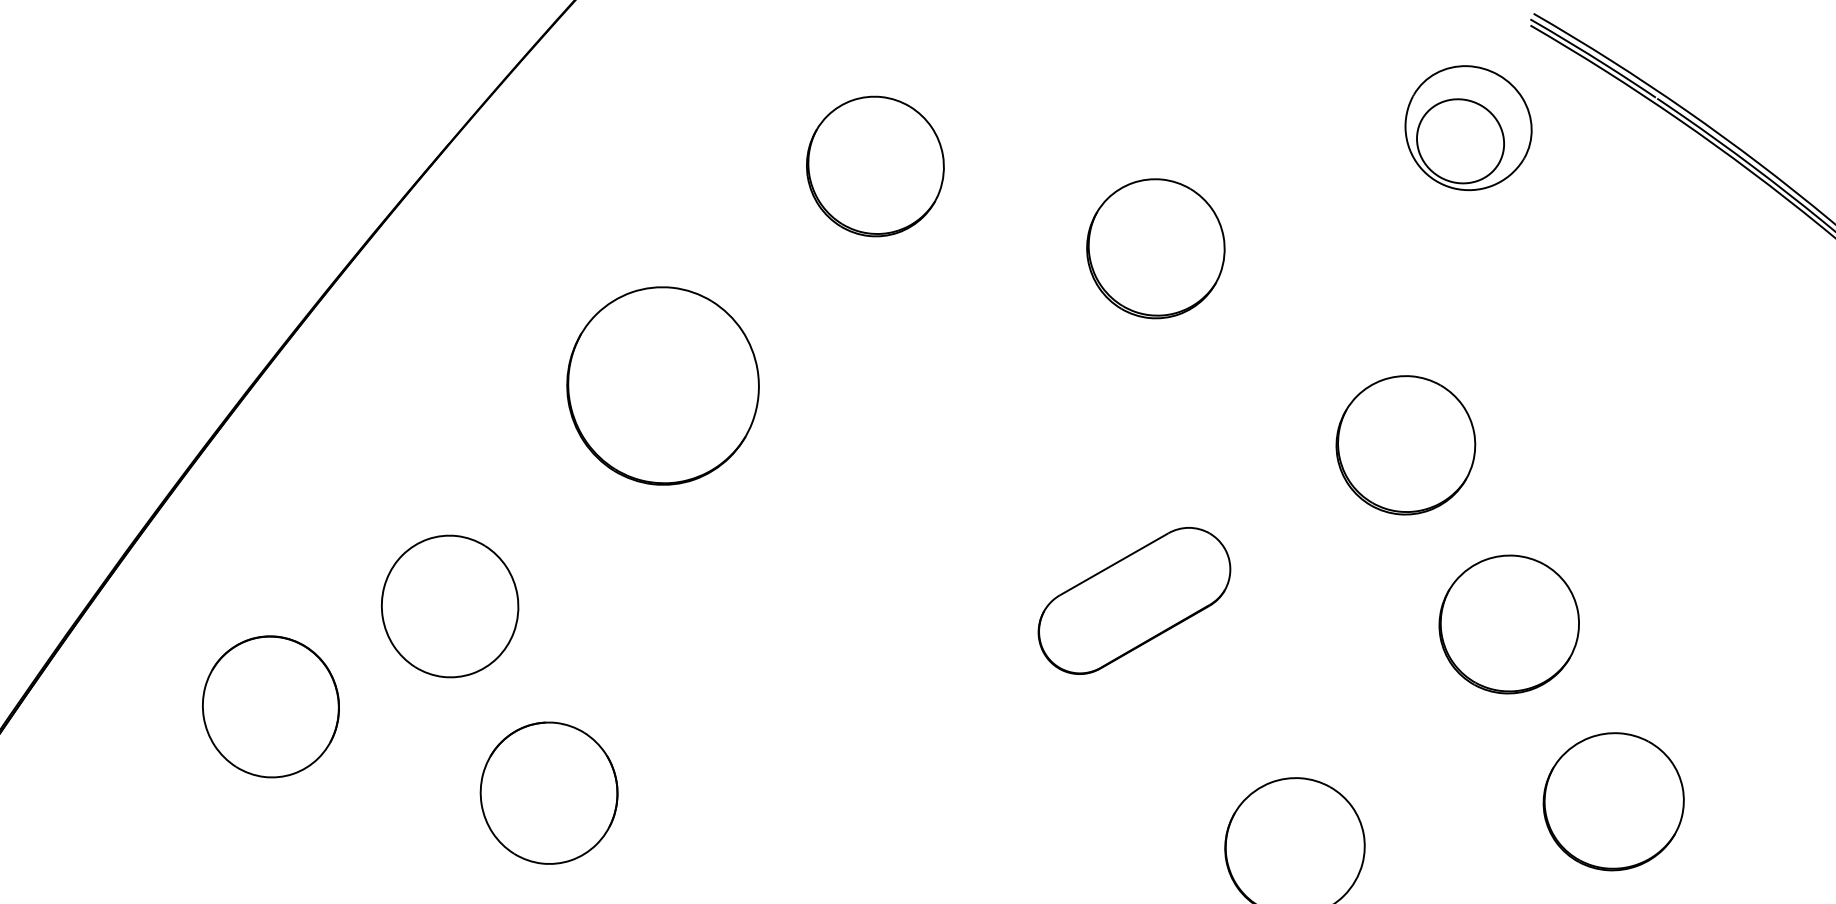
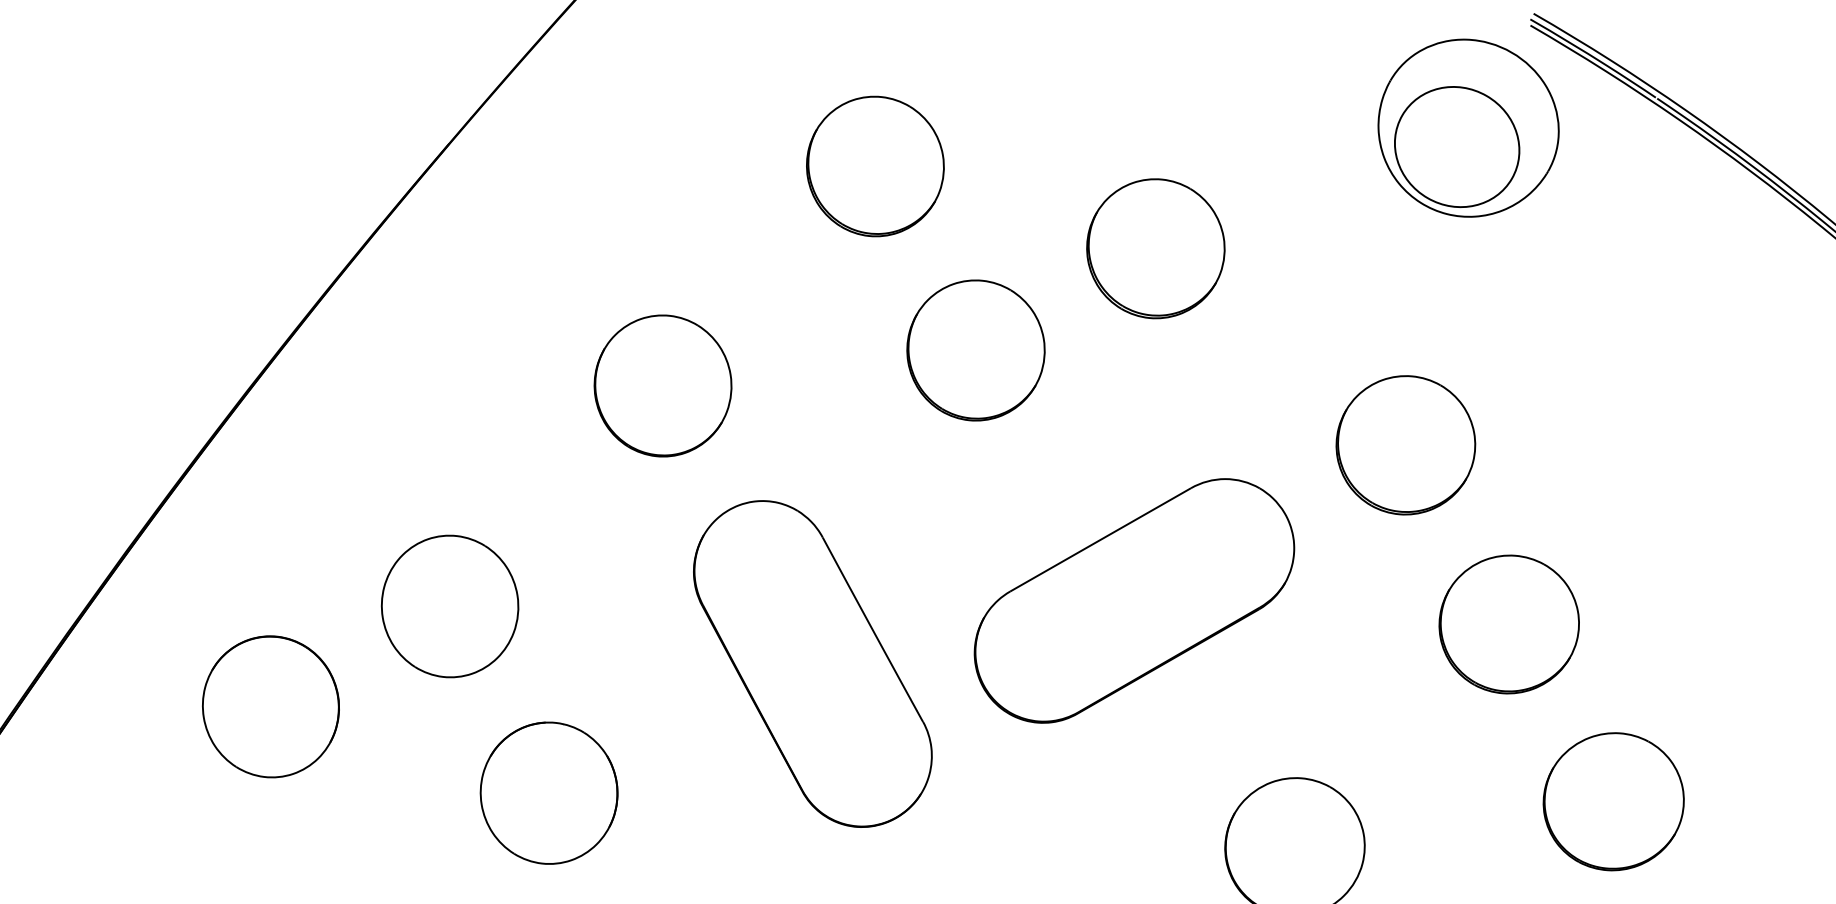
part at (1468, 128) size: 129x127 px -> 183x180 px
part at (975, 350): none -> present
part at (662, 385) size: 194x200 px -> 140x144 px
part at (1134, 600) size: 195x148 px -> 323x246 px
part at (812, 663): none -> present
